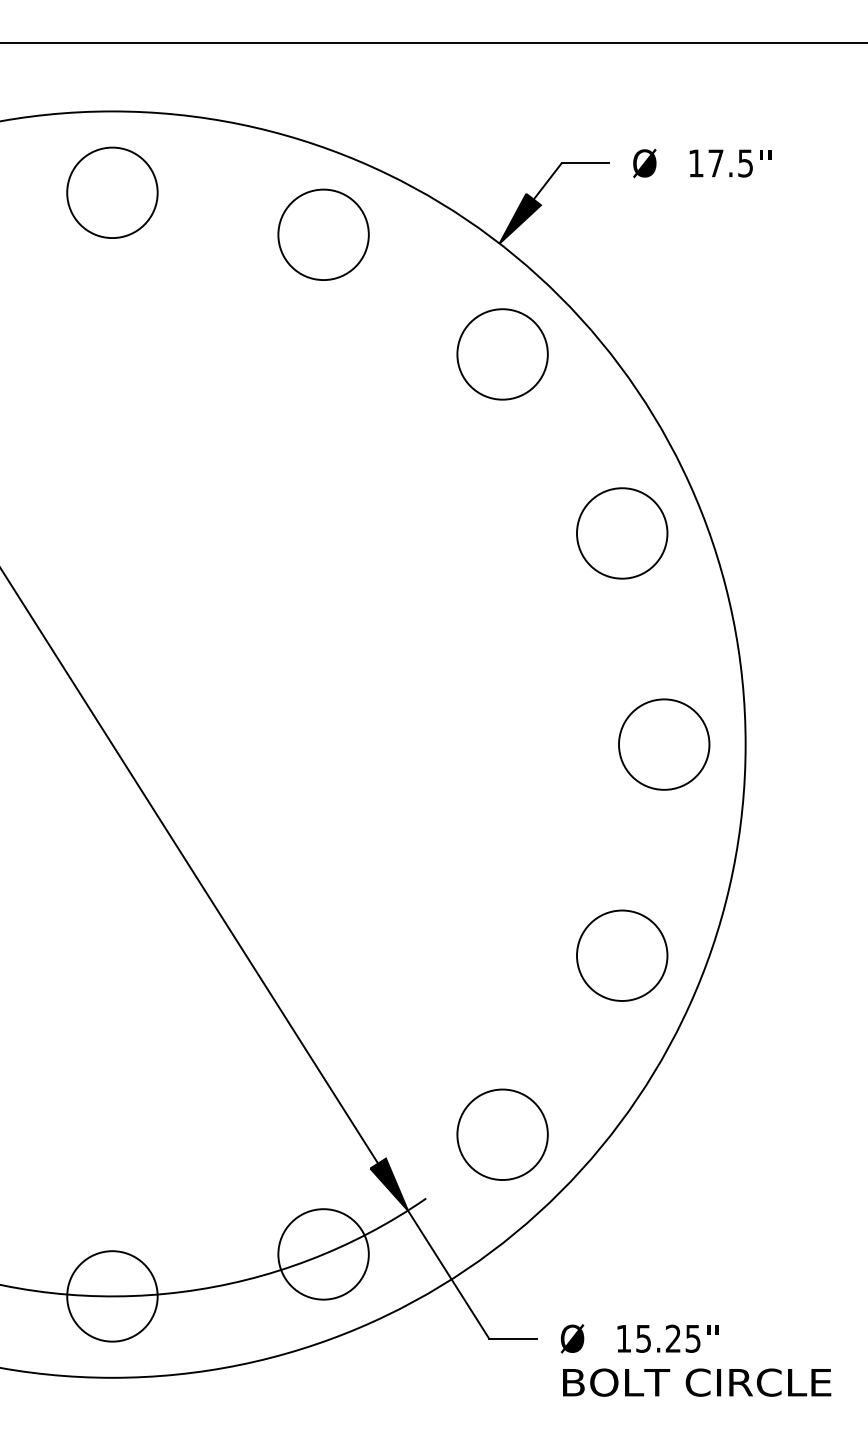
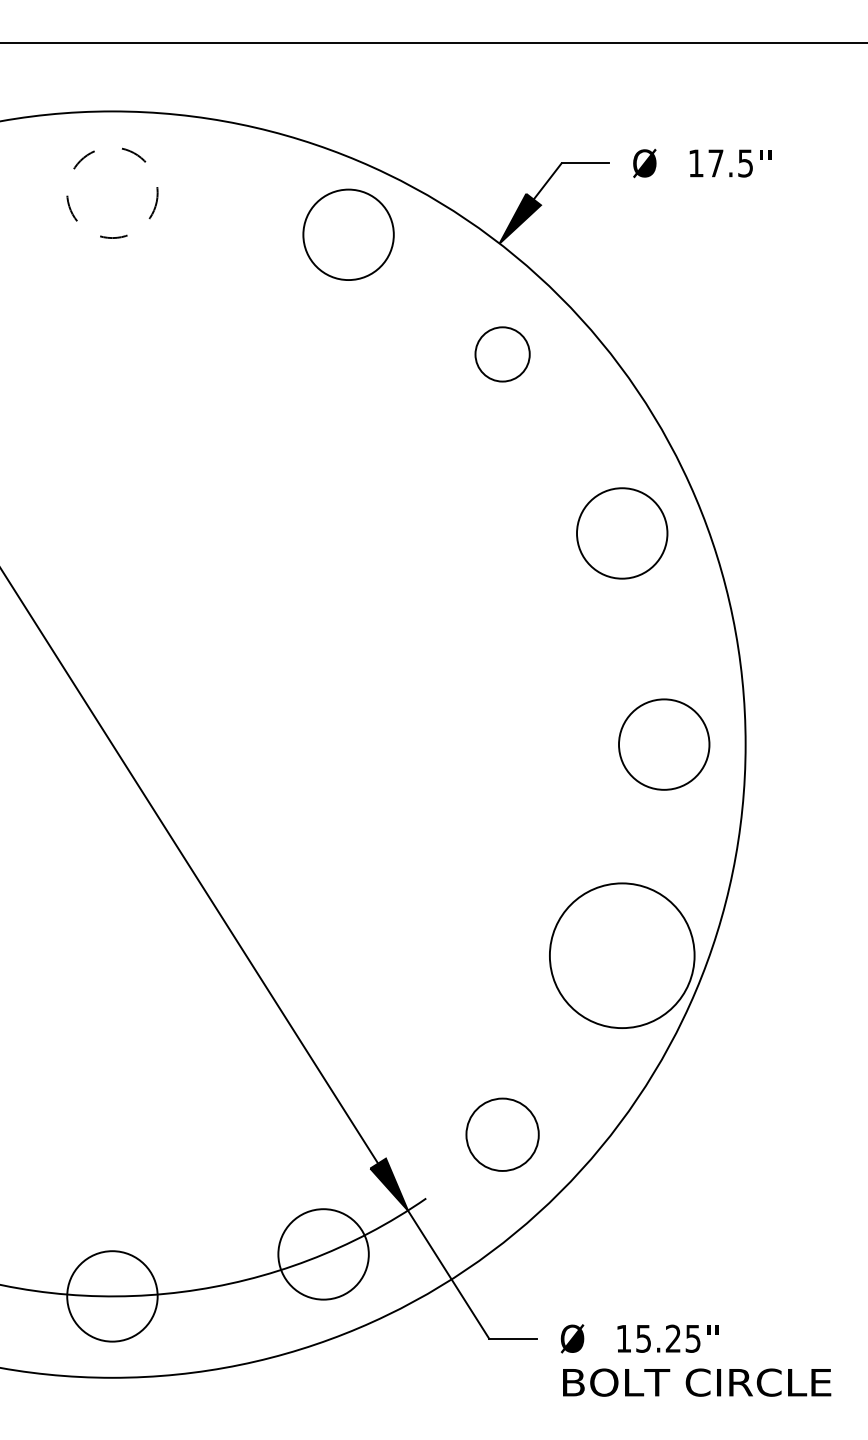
circle at (112, 192): solid -> dashed
circle at (323, 234) position: (323, 234) -> (348, 234)
circle at (502, 354) diameter: 90 px -> 54 px
circle at (622, 955) diameter: 90 px -> 145 px
circle at (502, 1134) diameter: 90 px -> 72 px
